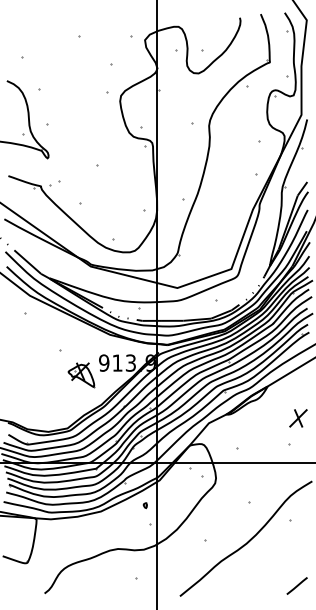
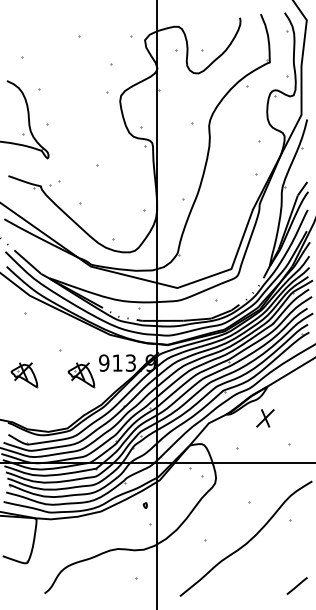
part at (24, 375): none -> present
part at (298, 418) position: (298, 418) -> (265, 418)
